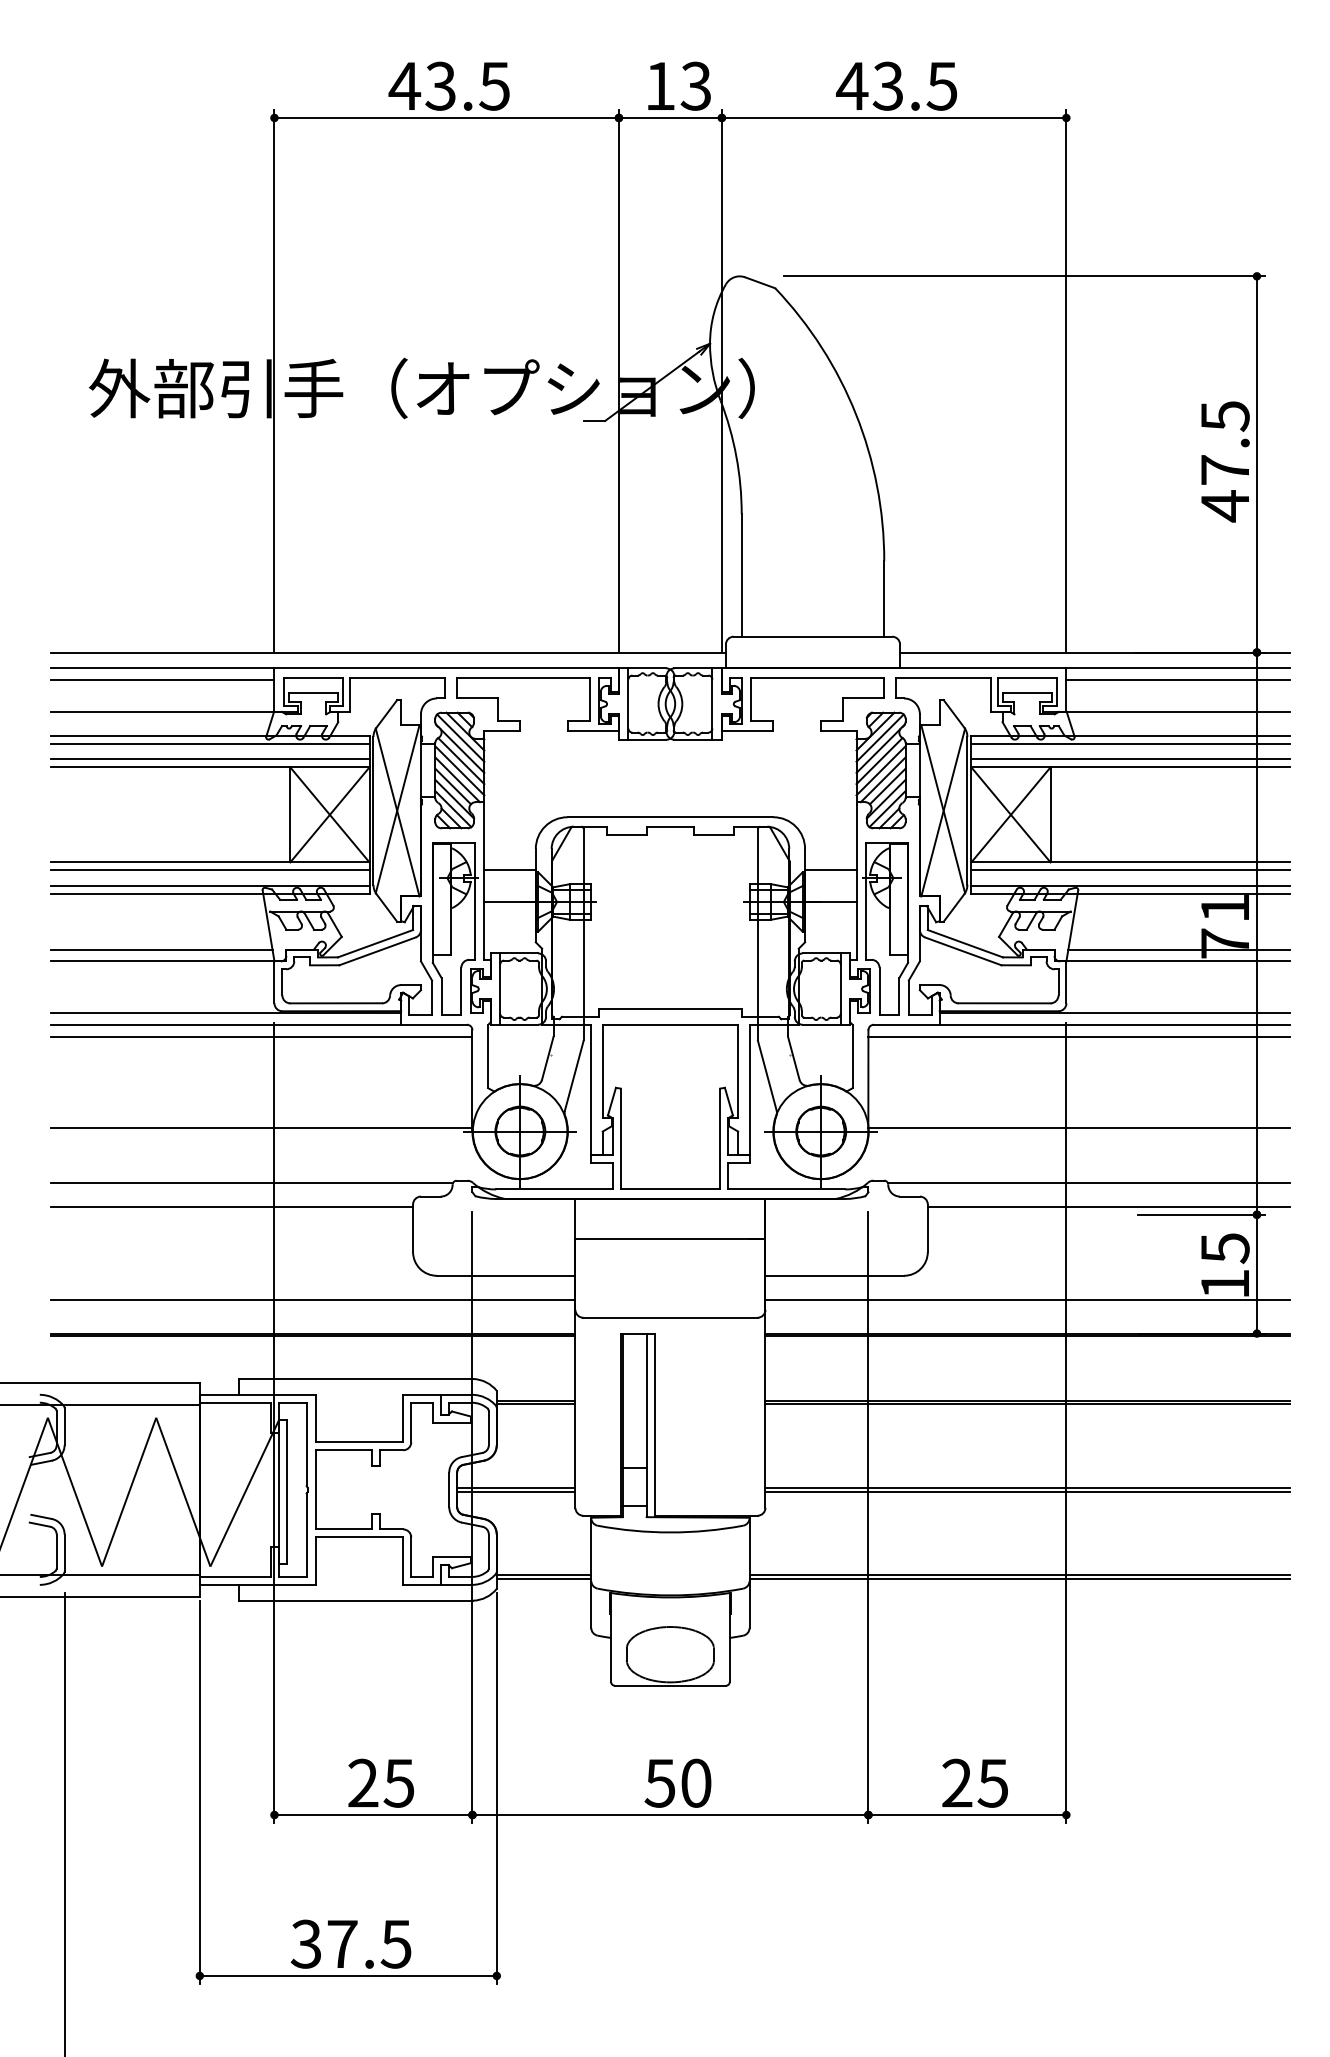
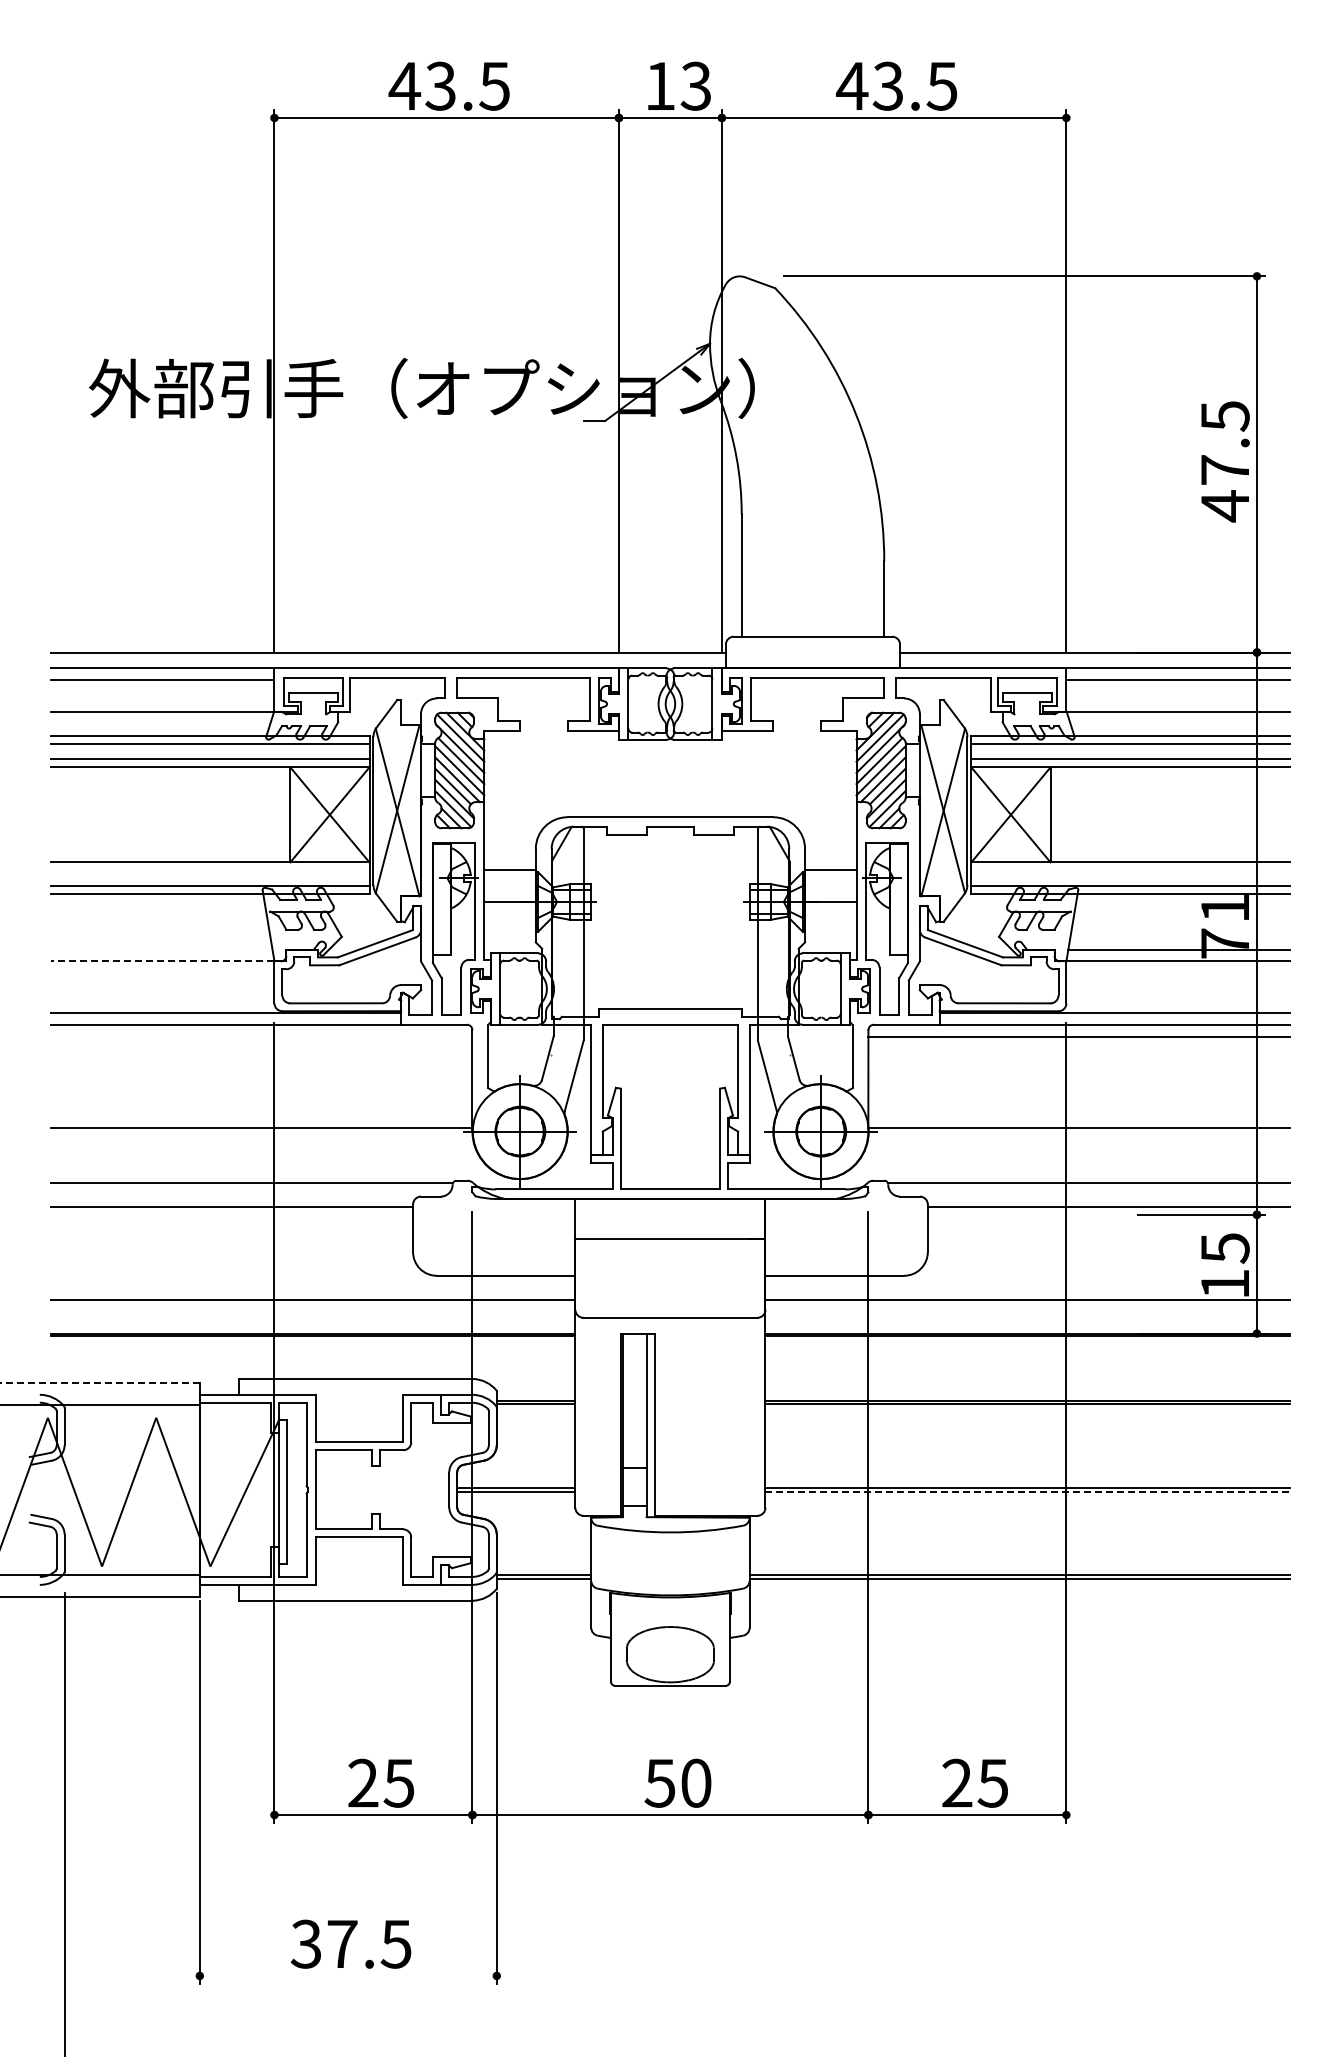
line at (209, 870): present -> none
line at (1130, 870): present -> none
line at (161, 949): present -> none
line at (162, 961): solid -> dashed
line at (261, 1036): present -> none
line at (100, 1382): solid -> dashed
line at (1028, 1492): solid -> dashed
line at (347, 1975): present -> none
